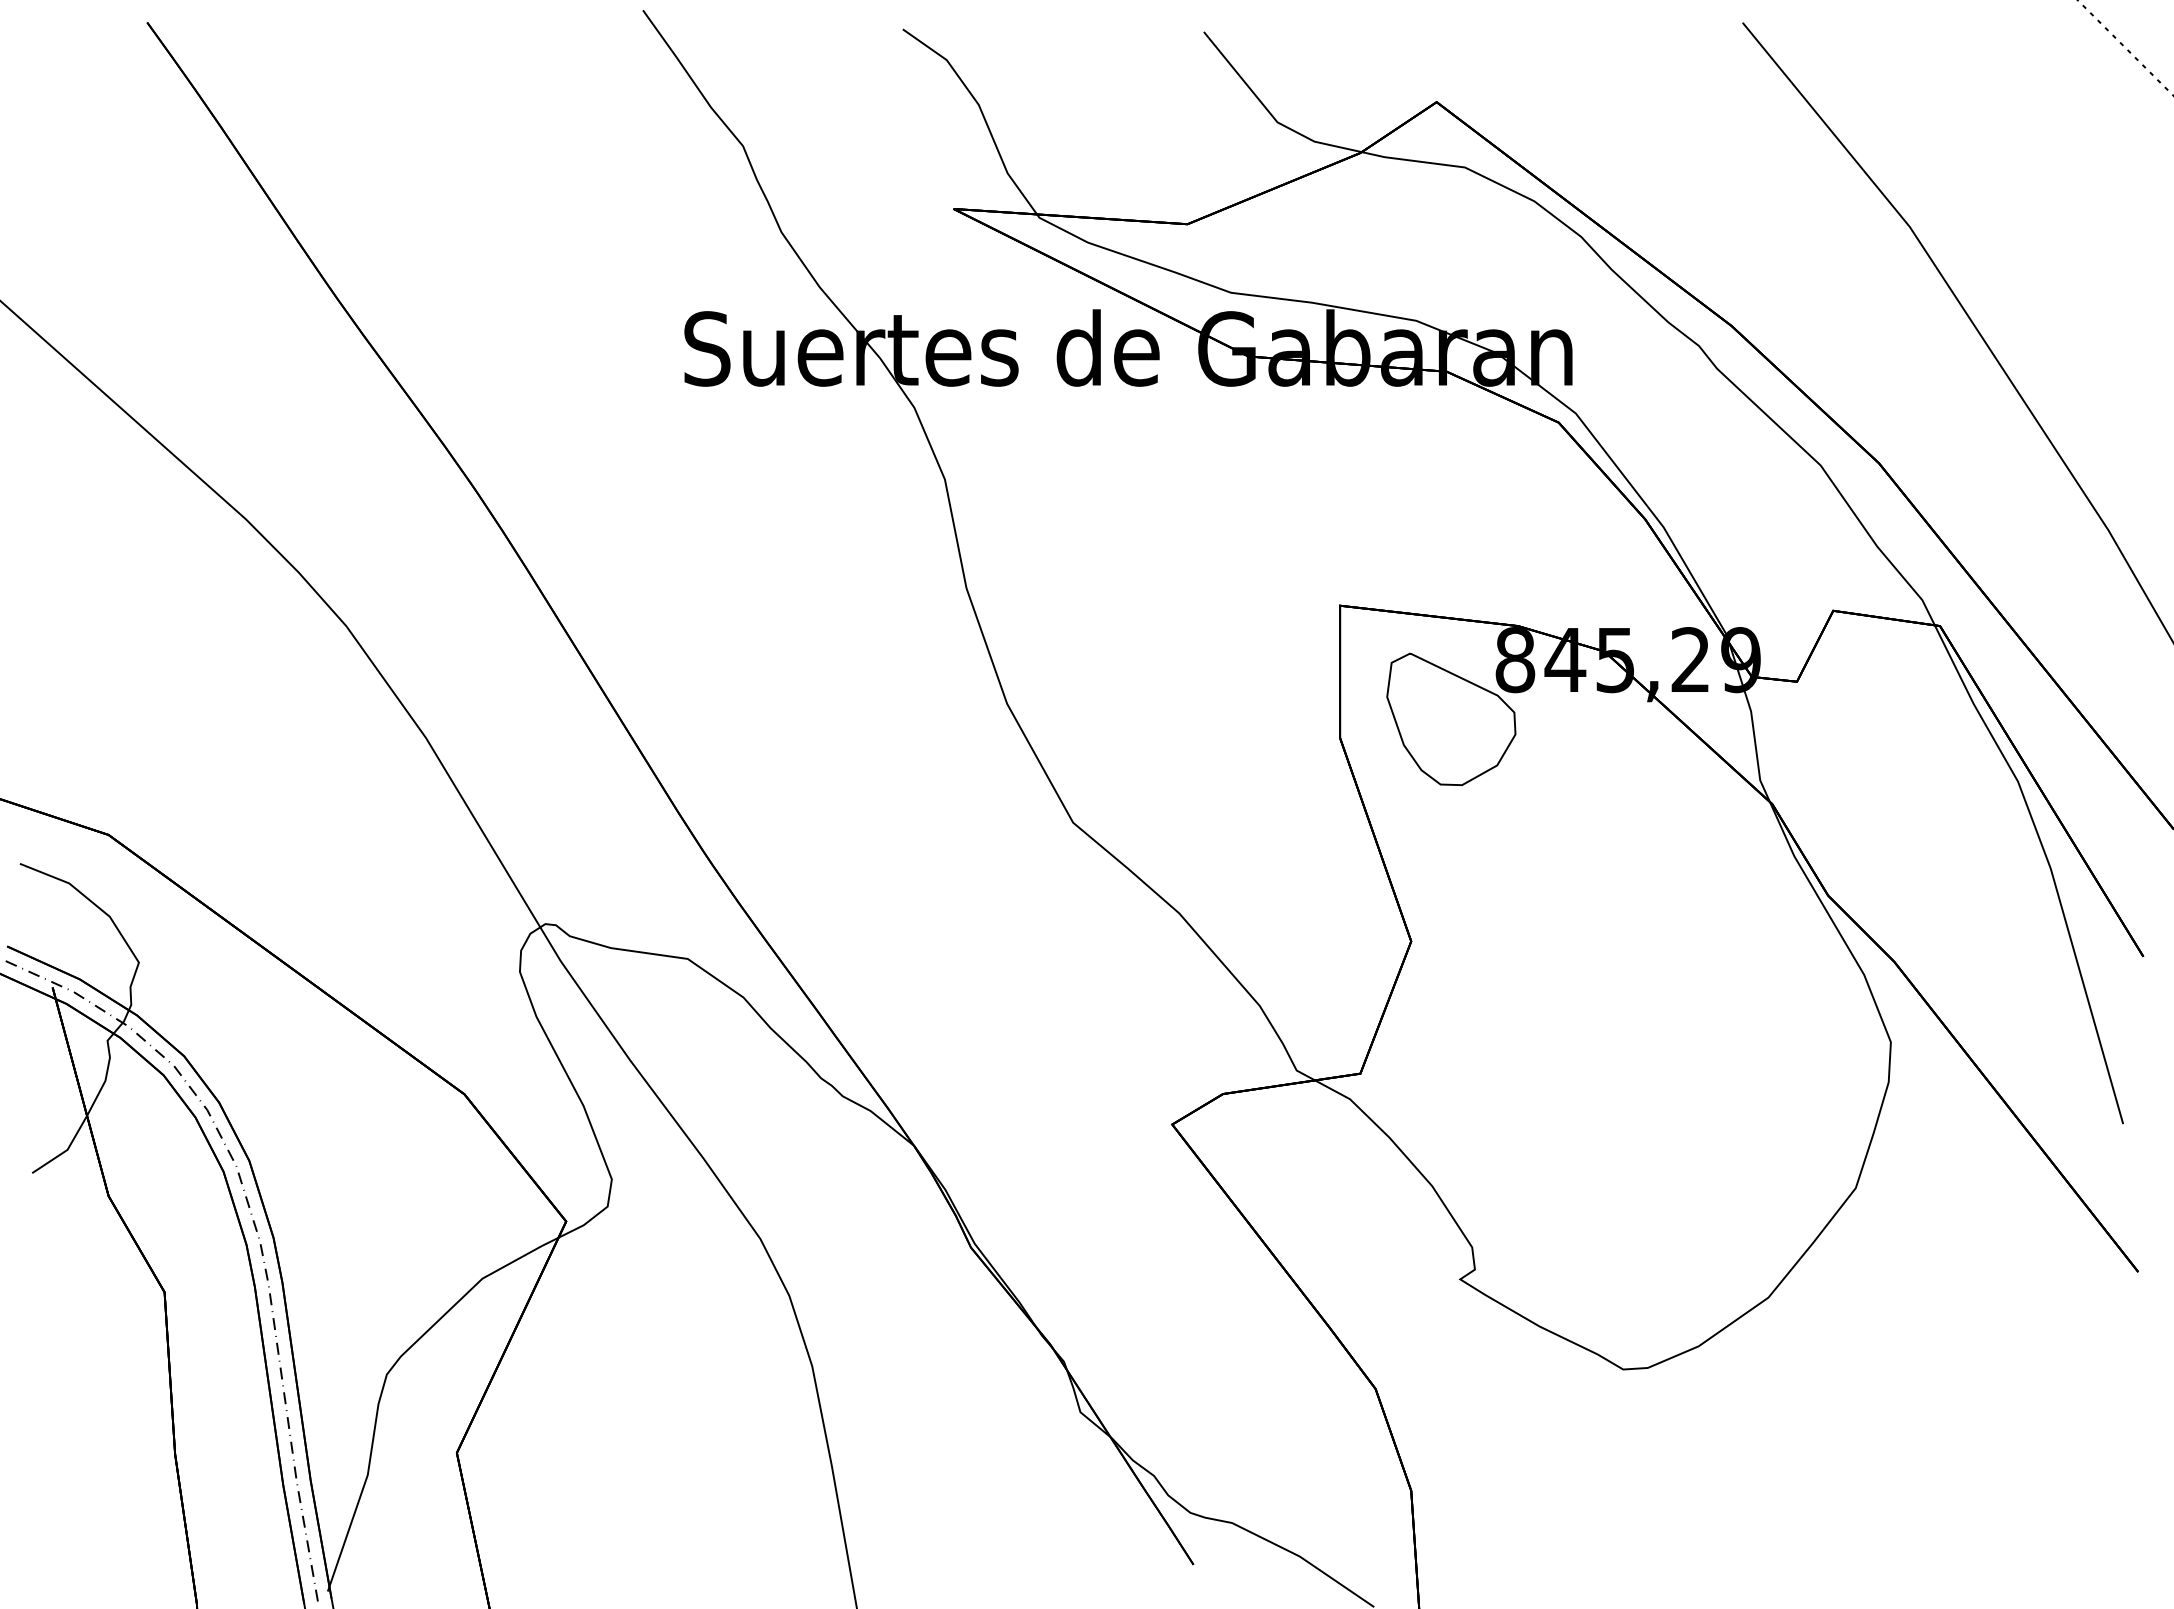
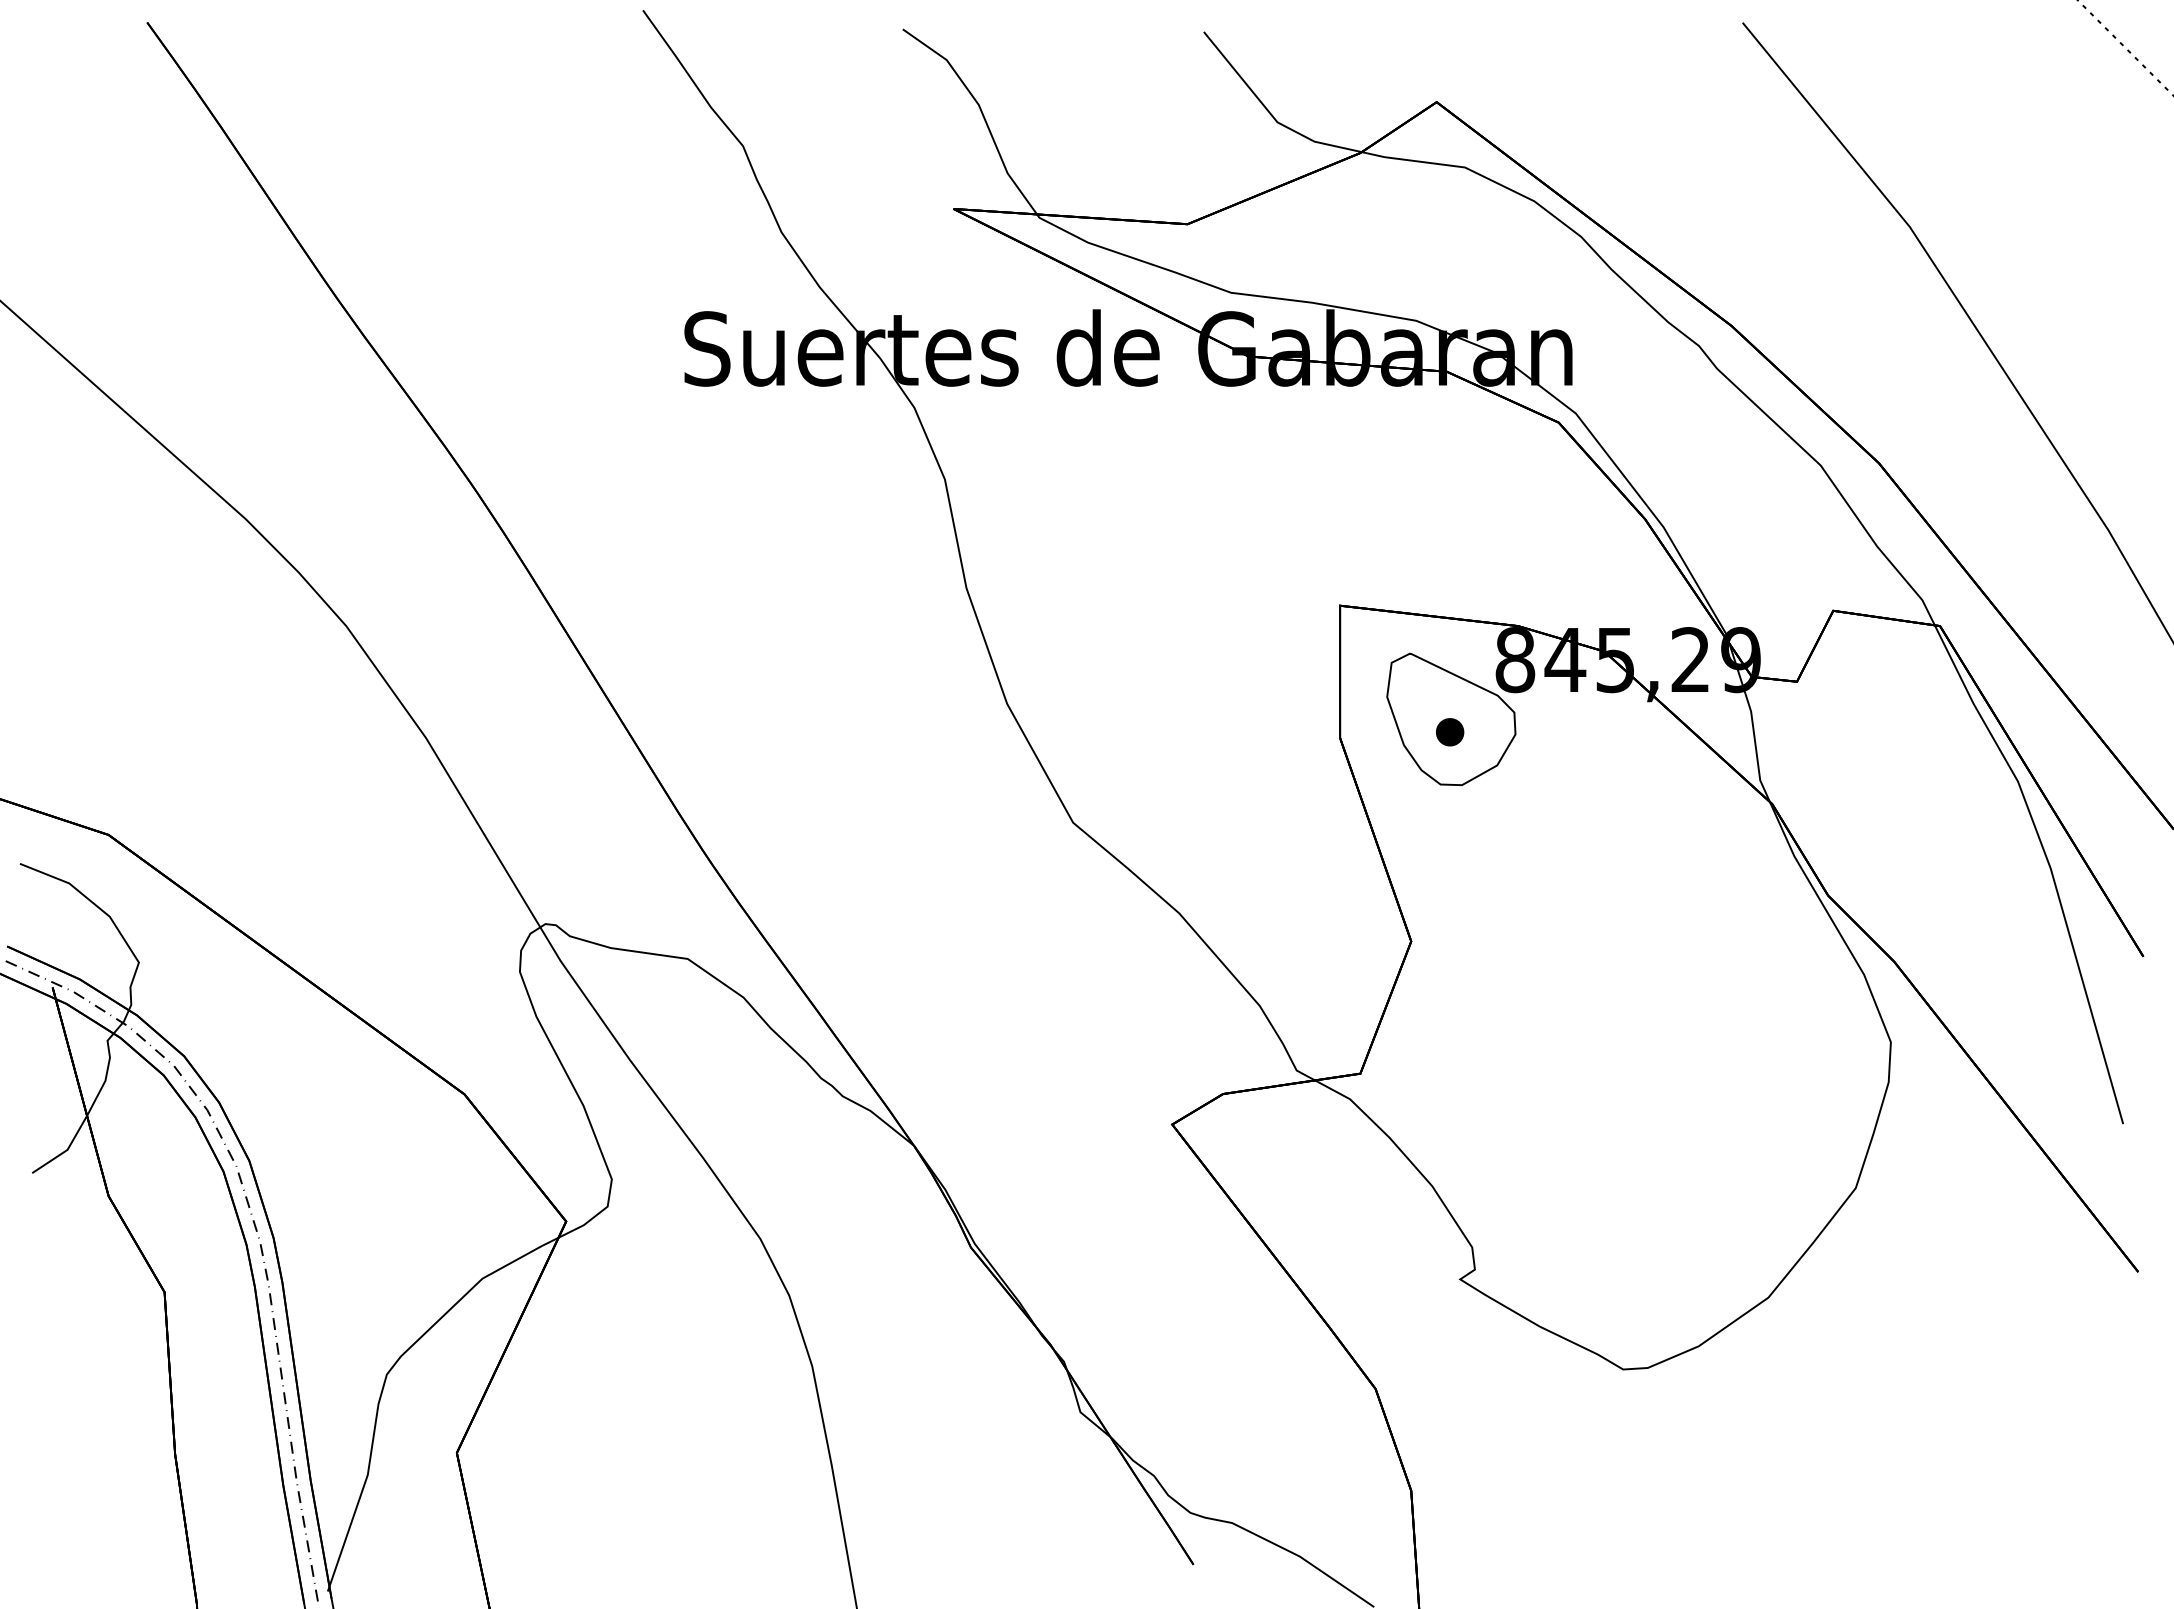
part at (1450, 732): none -> present
